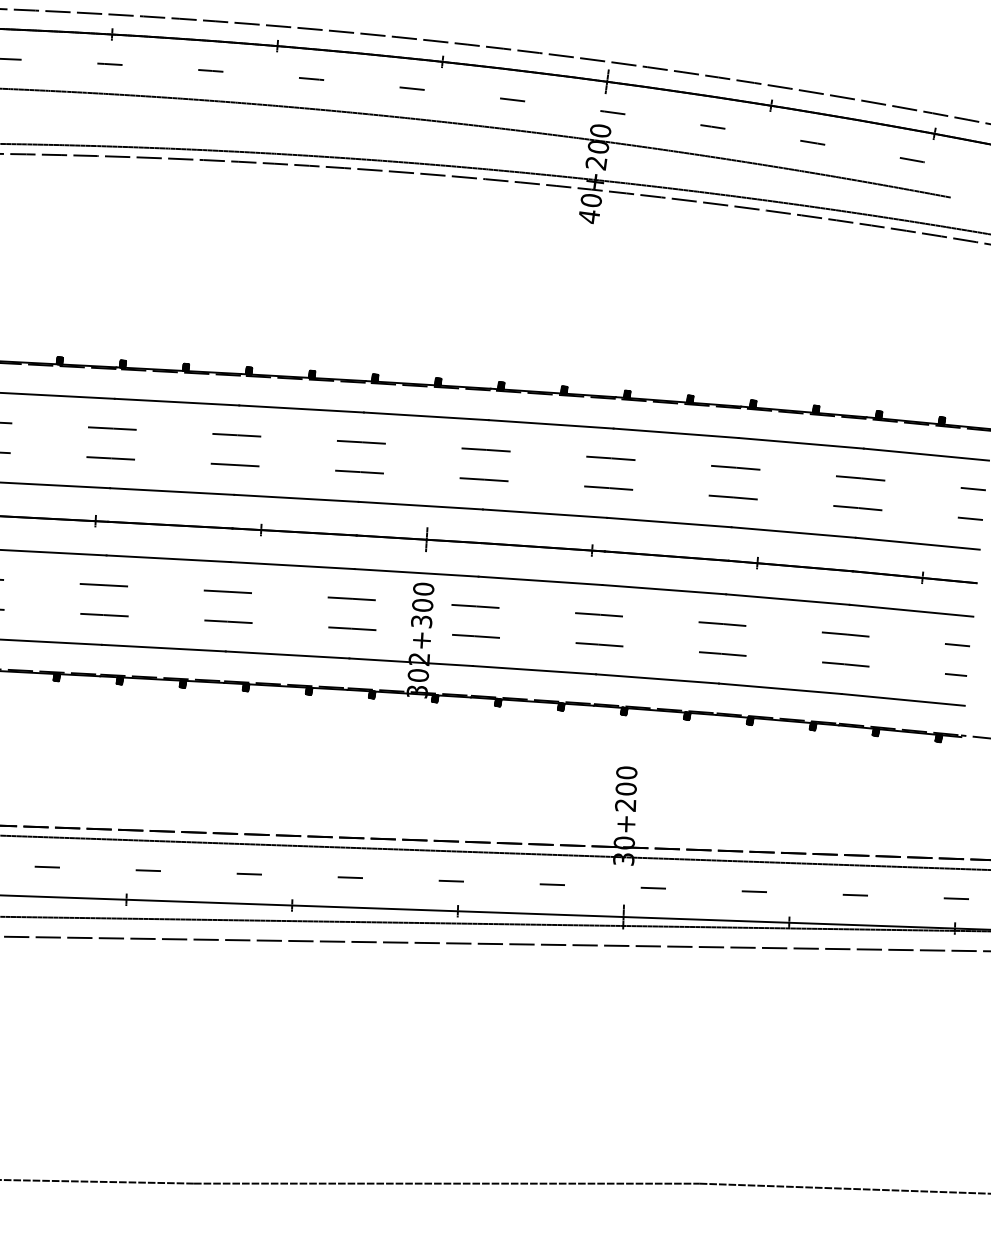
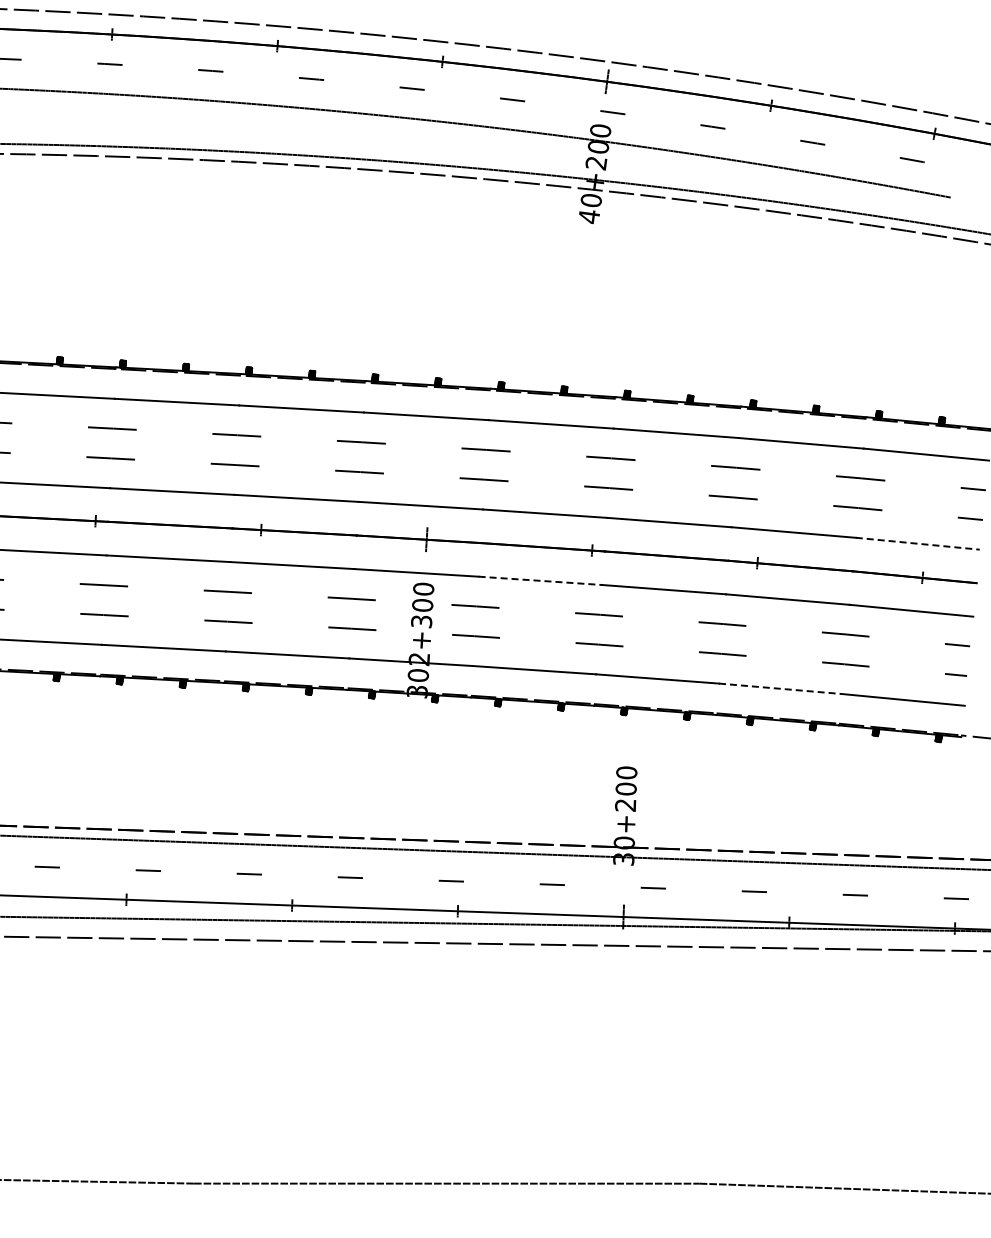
line at (918, 543): solid -> dashed
line at (541, 580): solid -> dashed
line at (780, 688): solid -> dashed
